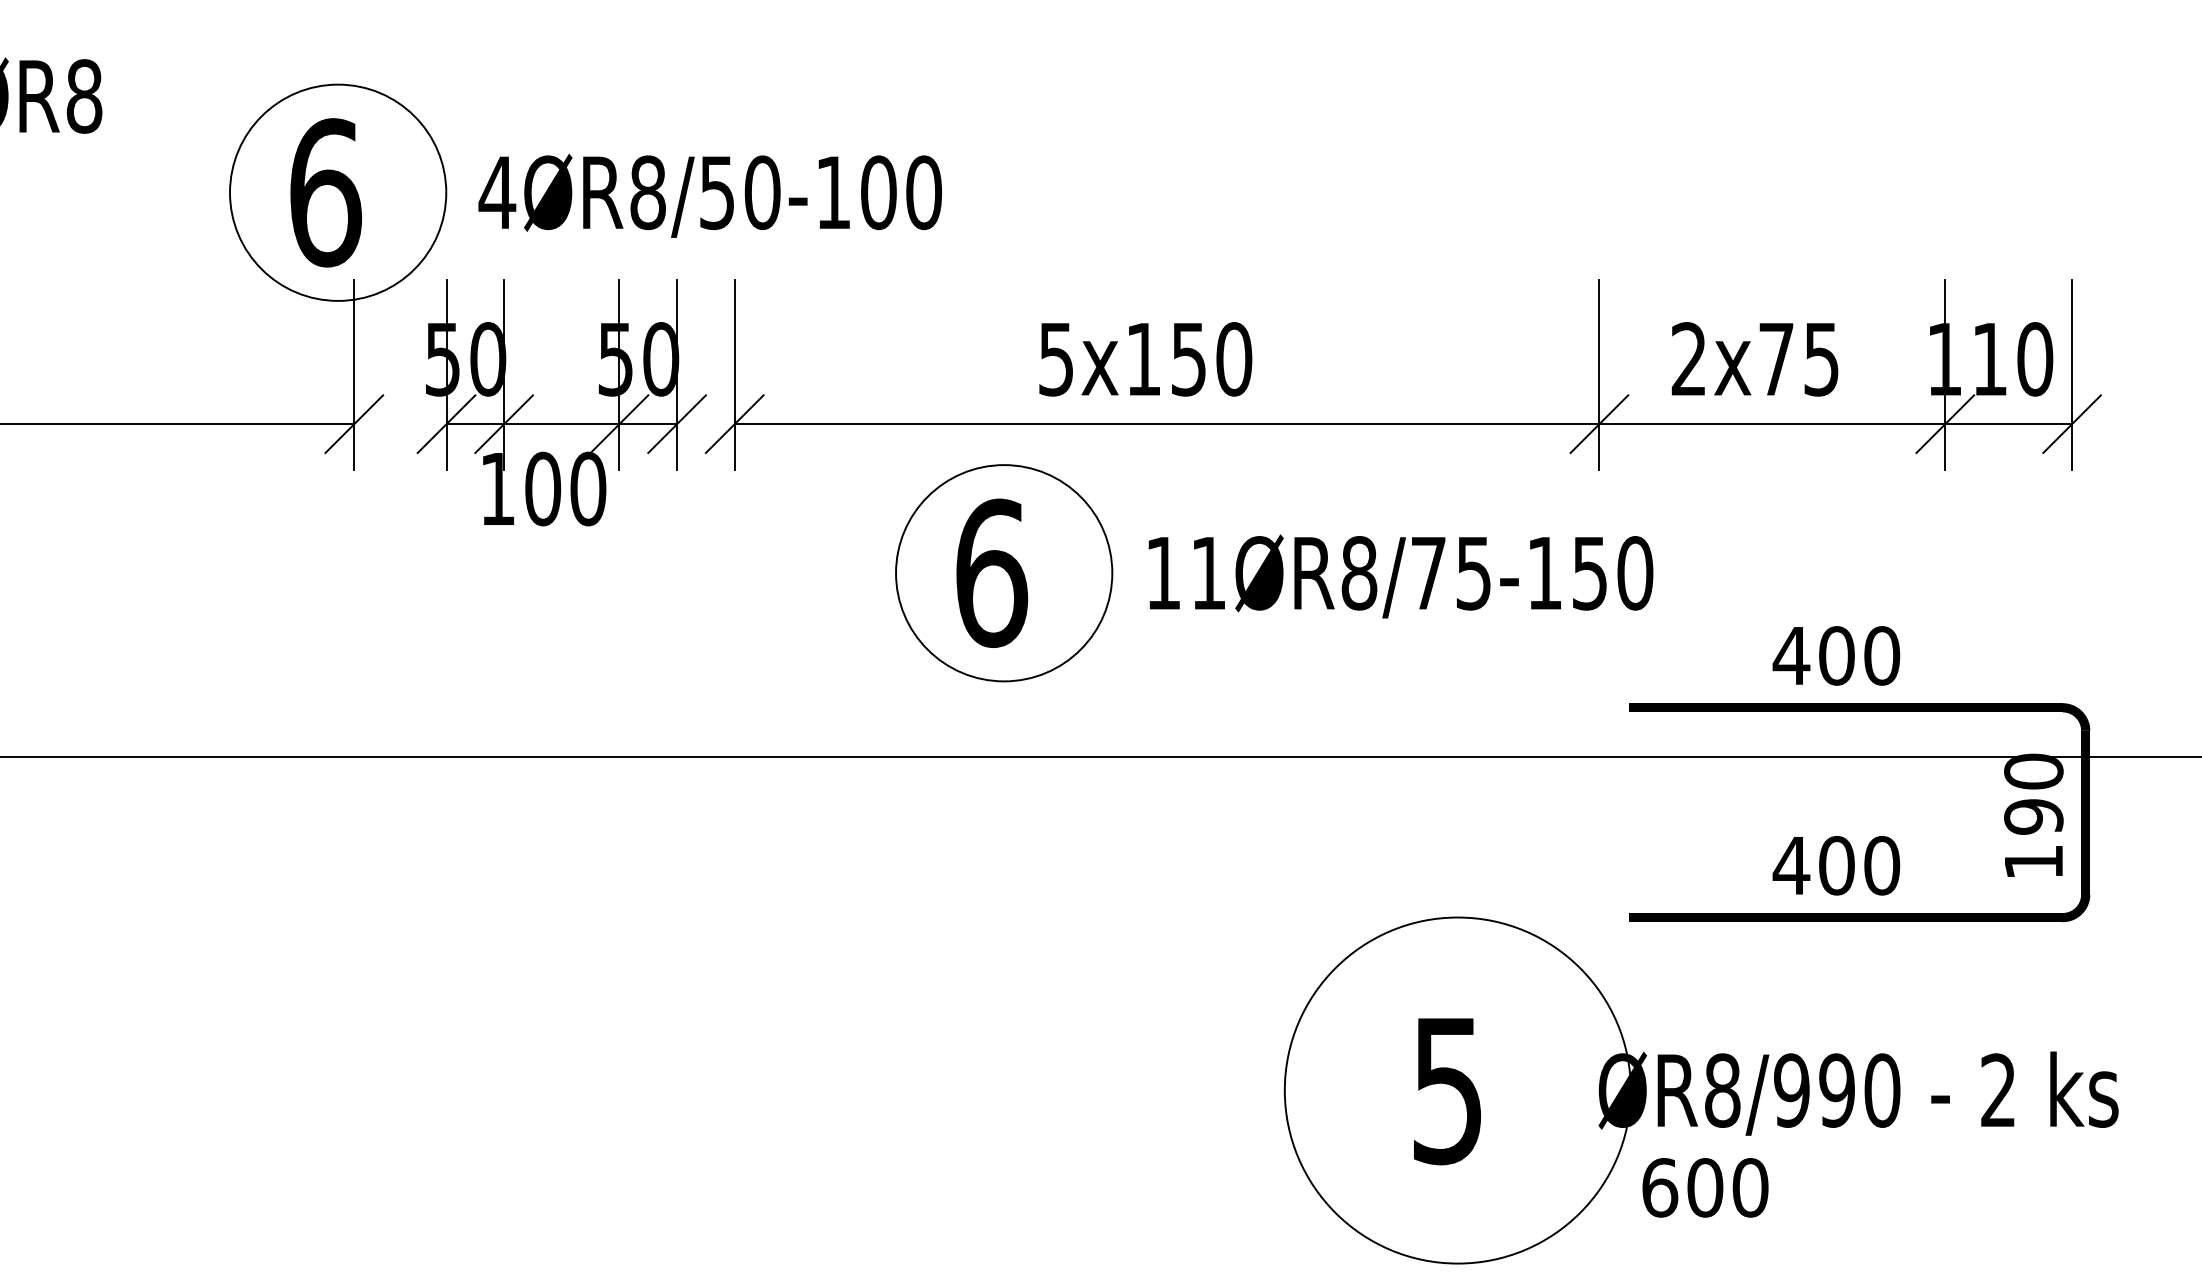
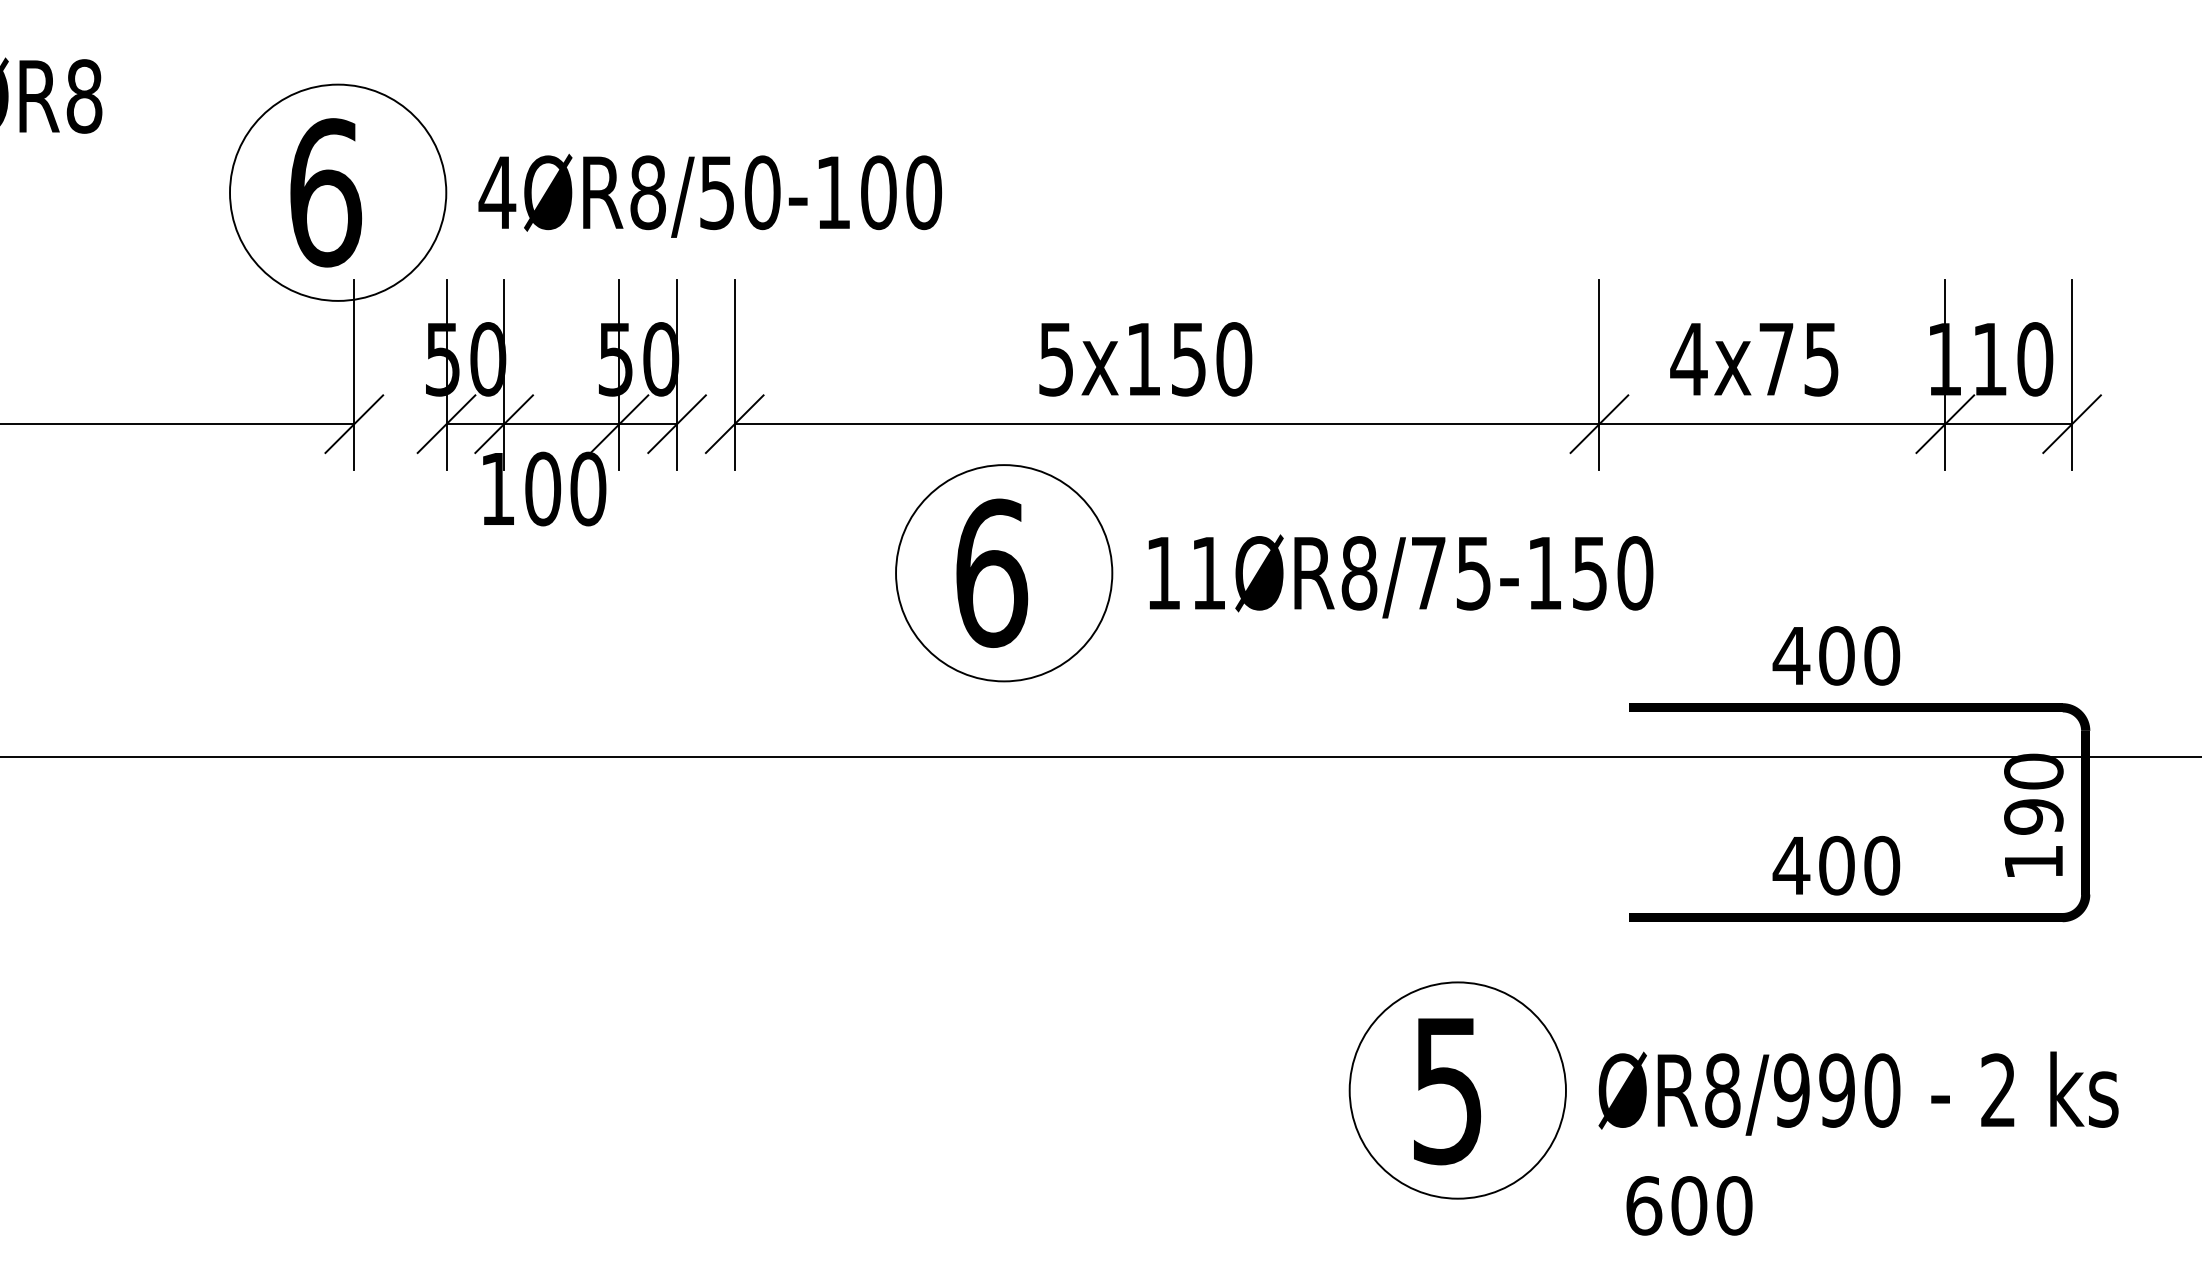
text at (1688, 358): 2x75 -> 4x75
circle at (1457, 1090) diameter: 346 px -> 216 px
text at (1705, 1187) position: (1705, 1187) -> (1689, 1205)
